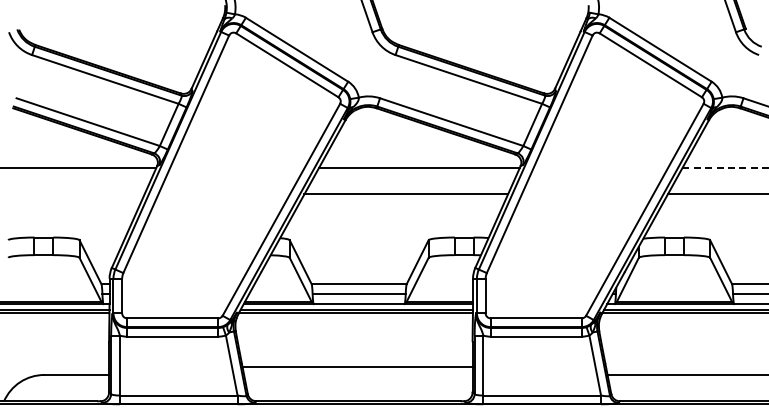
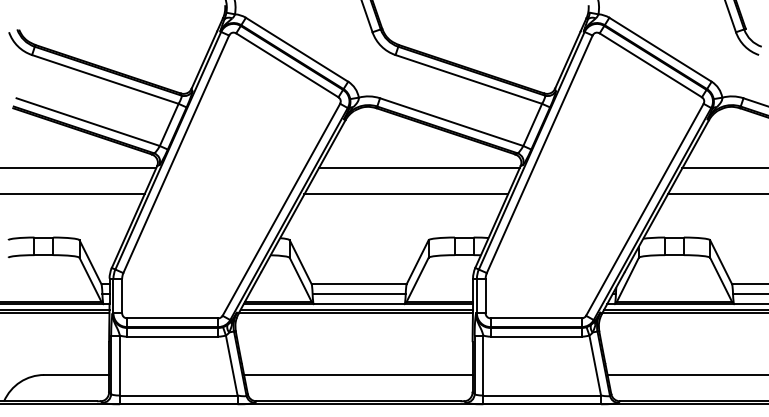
line at (725, 168): dashed -> solid
line at (73, 194): none -> present
line at (358, 366) position: (358, 366) -> (358, 374)
